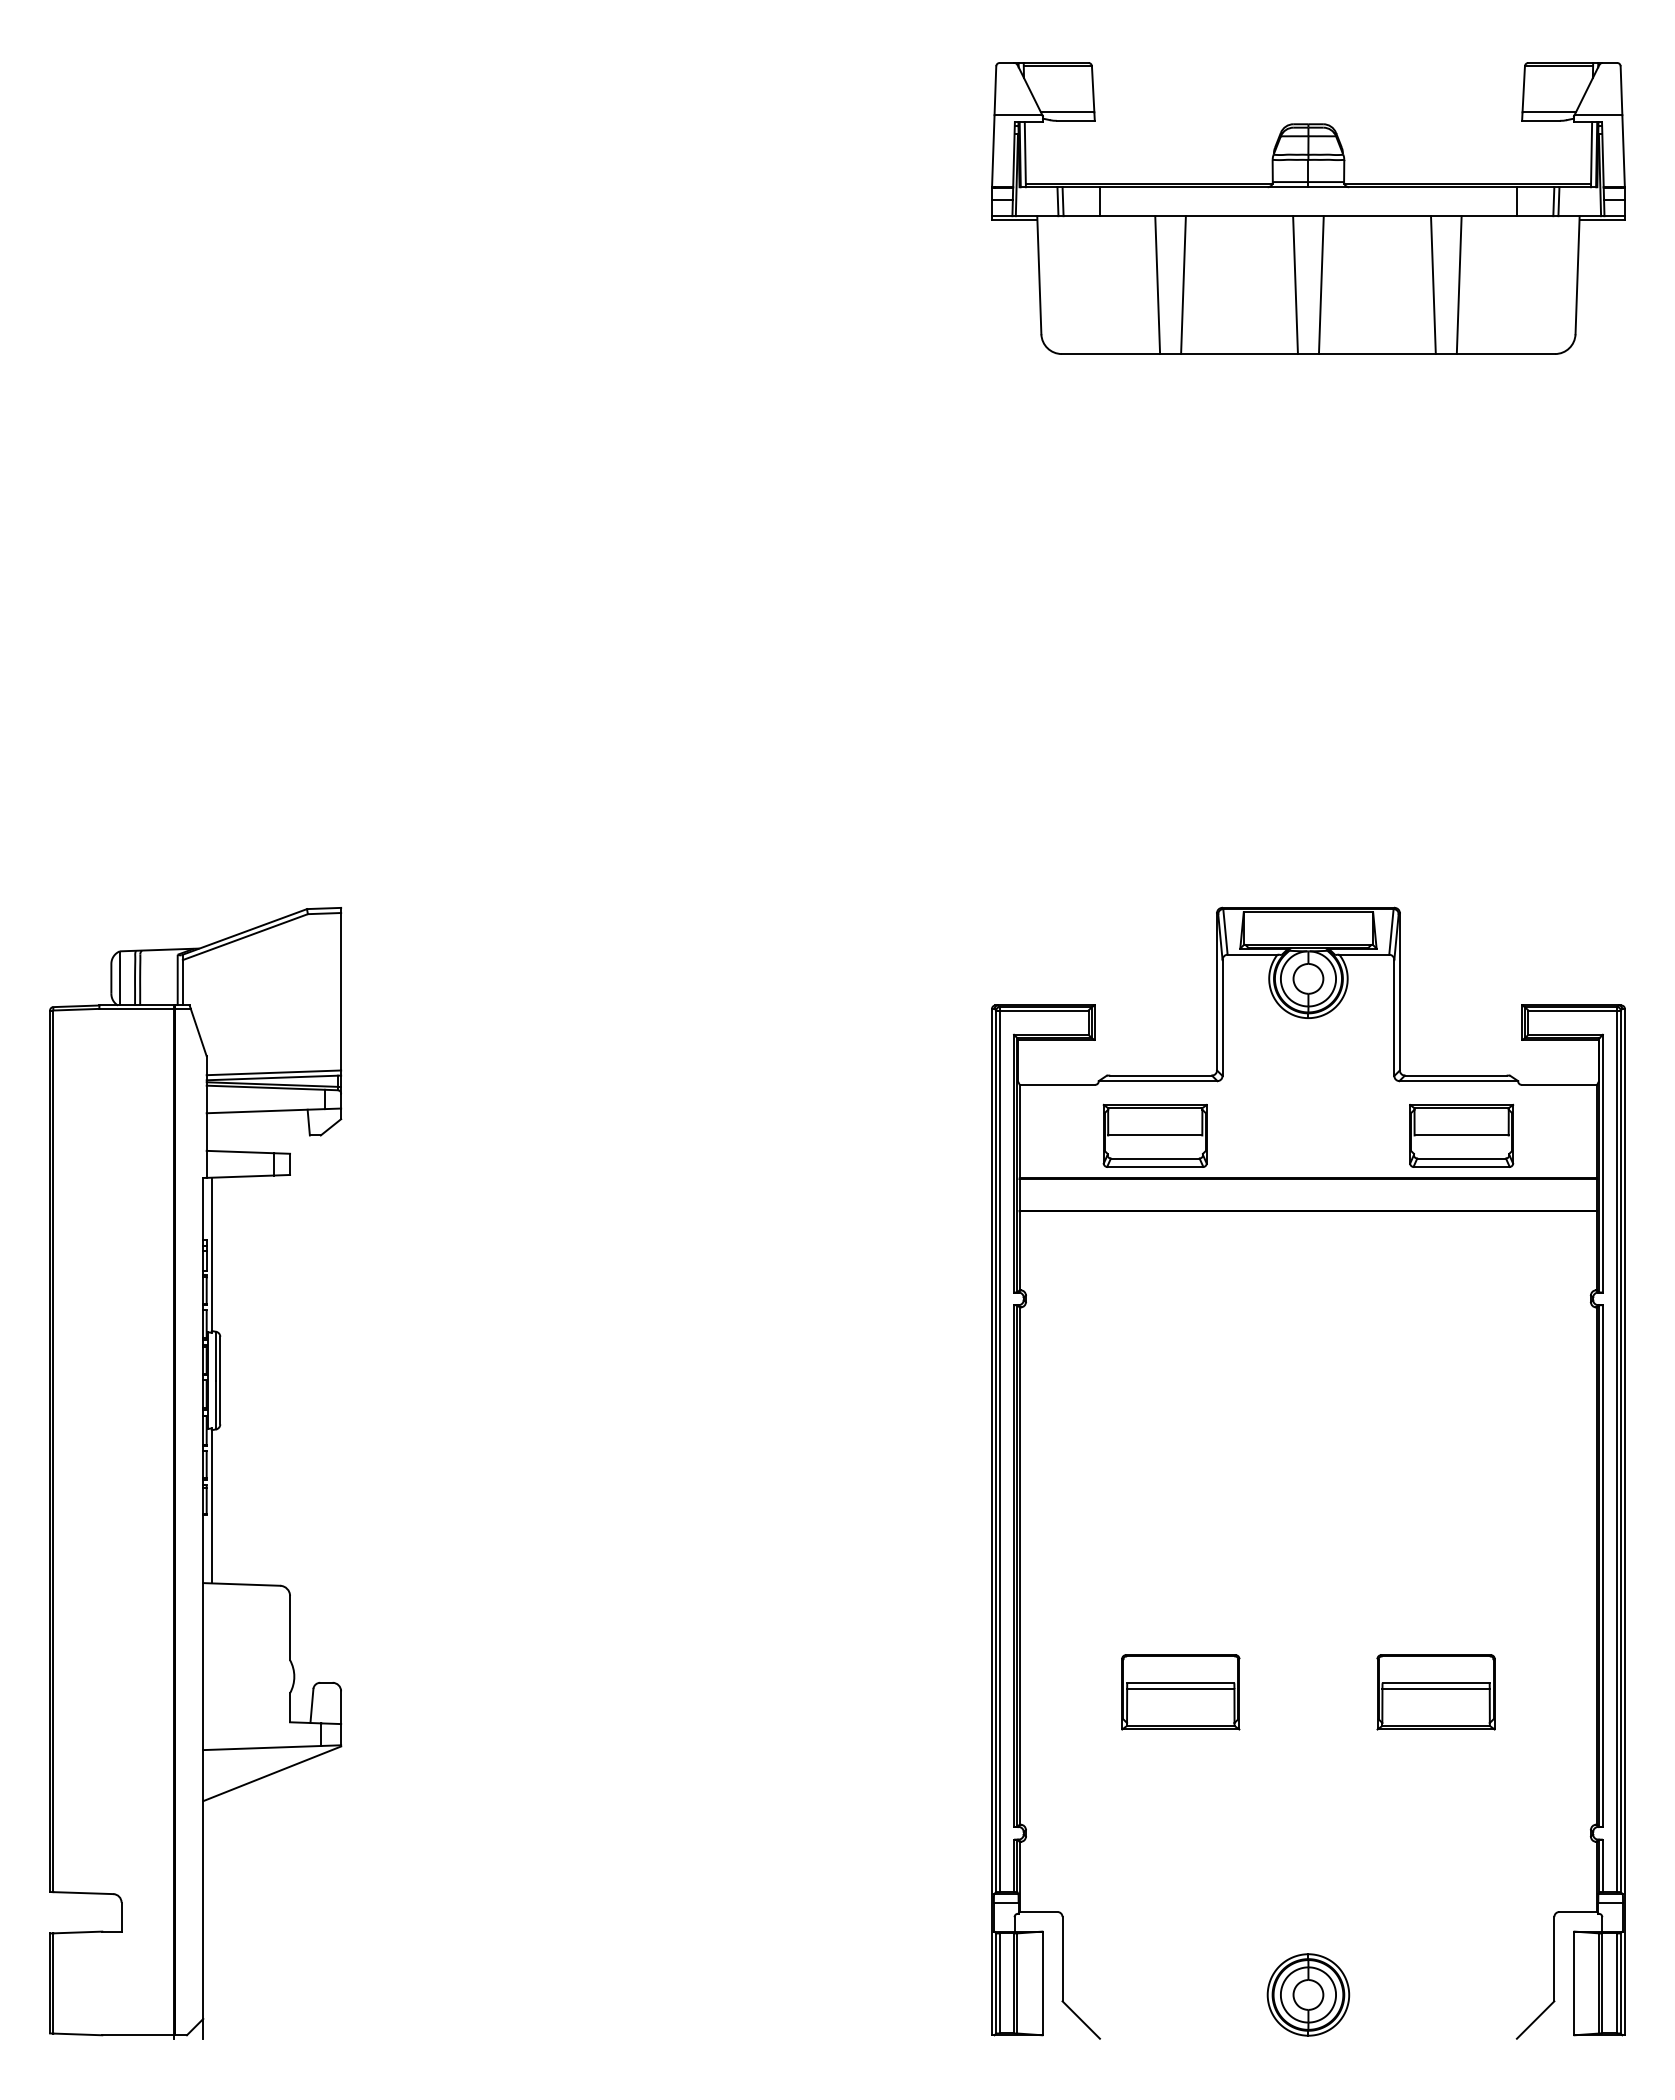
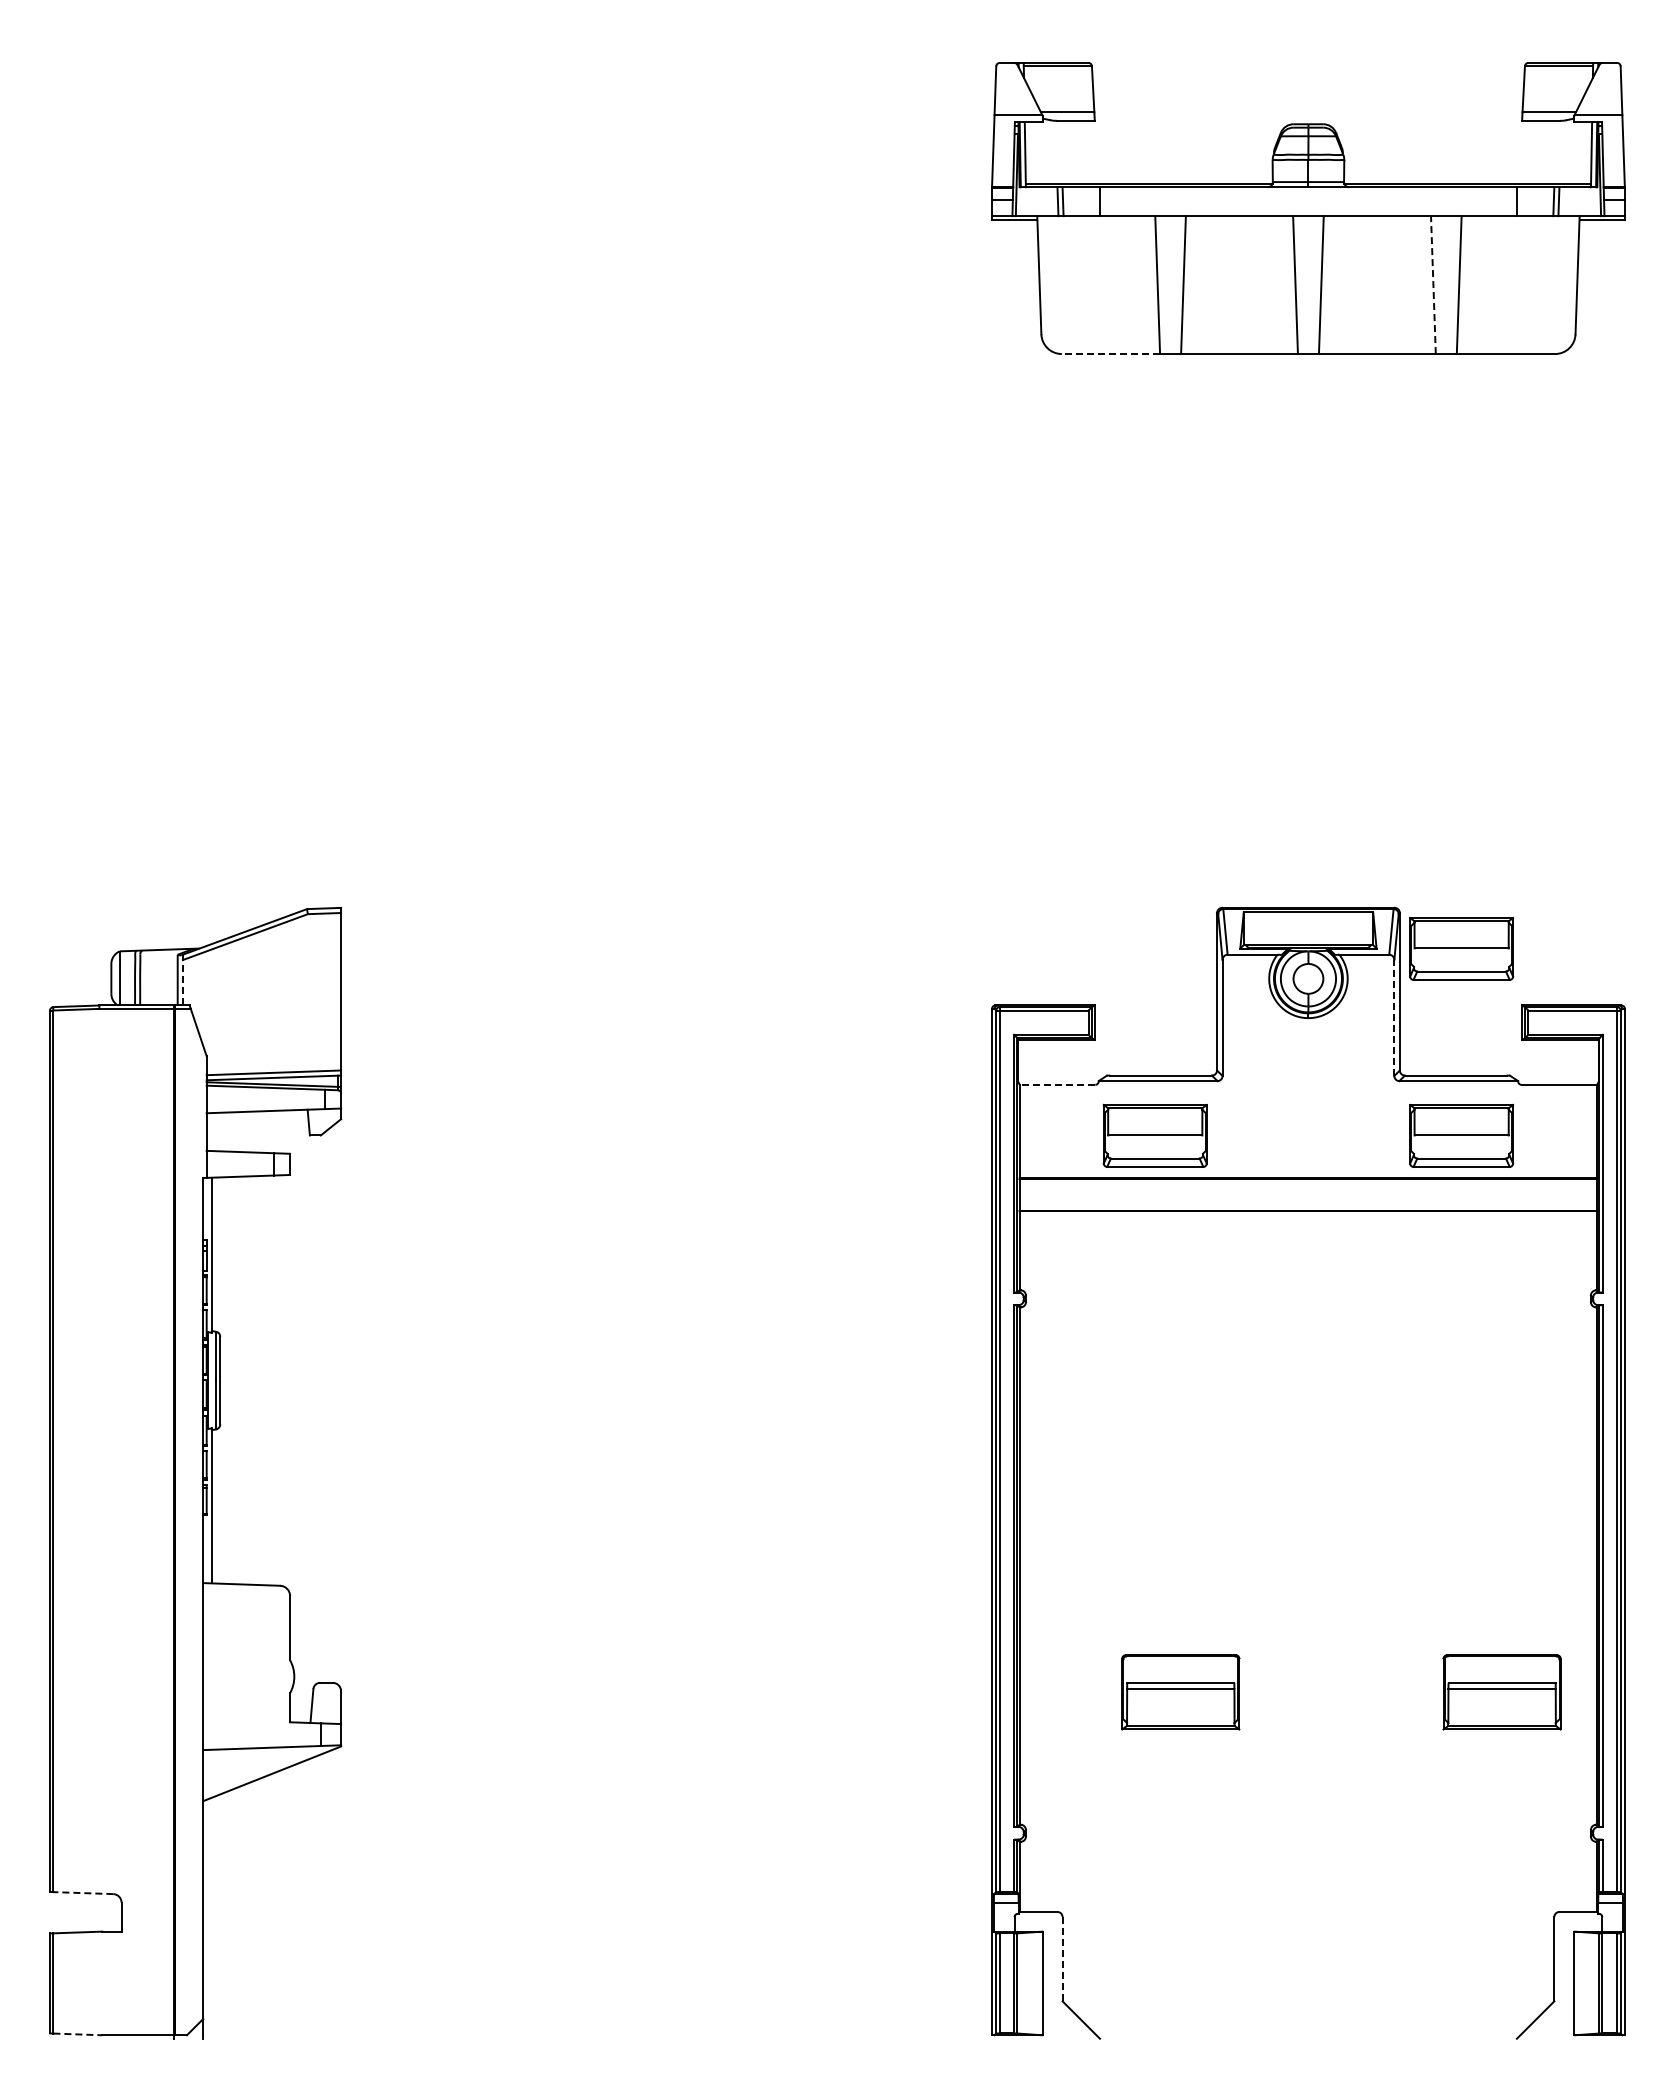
line at (1433, 285): solid -> dashed
line at (1110, 354): solid -> dashed
part at (1461, 948): none -> present
line at (182, 982): solid -> dashed
line at (1394, 1018): solid -> dashed
line at (1057, 1084): solid -> dashed
part at (1435, 1692) position: (1435, 1692) -> (1501, 1692)
line at (83, 1893): solid -> dashed
line at (1062, 1958): solid -> dashed
part at (1308, 1994): present -> none
line at (78, 2034): solid -> dashed
